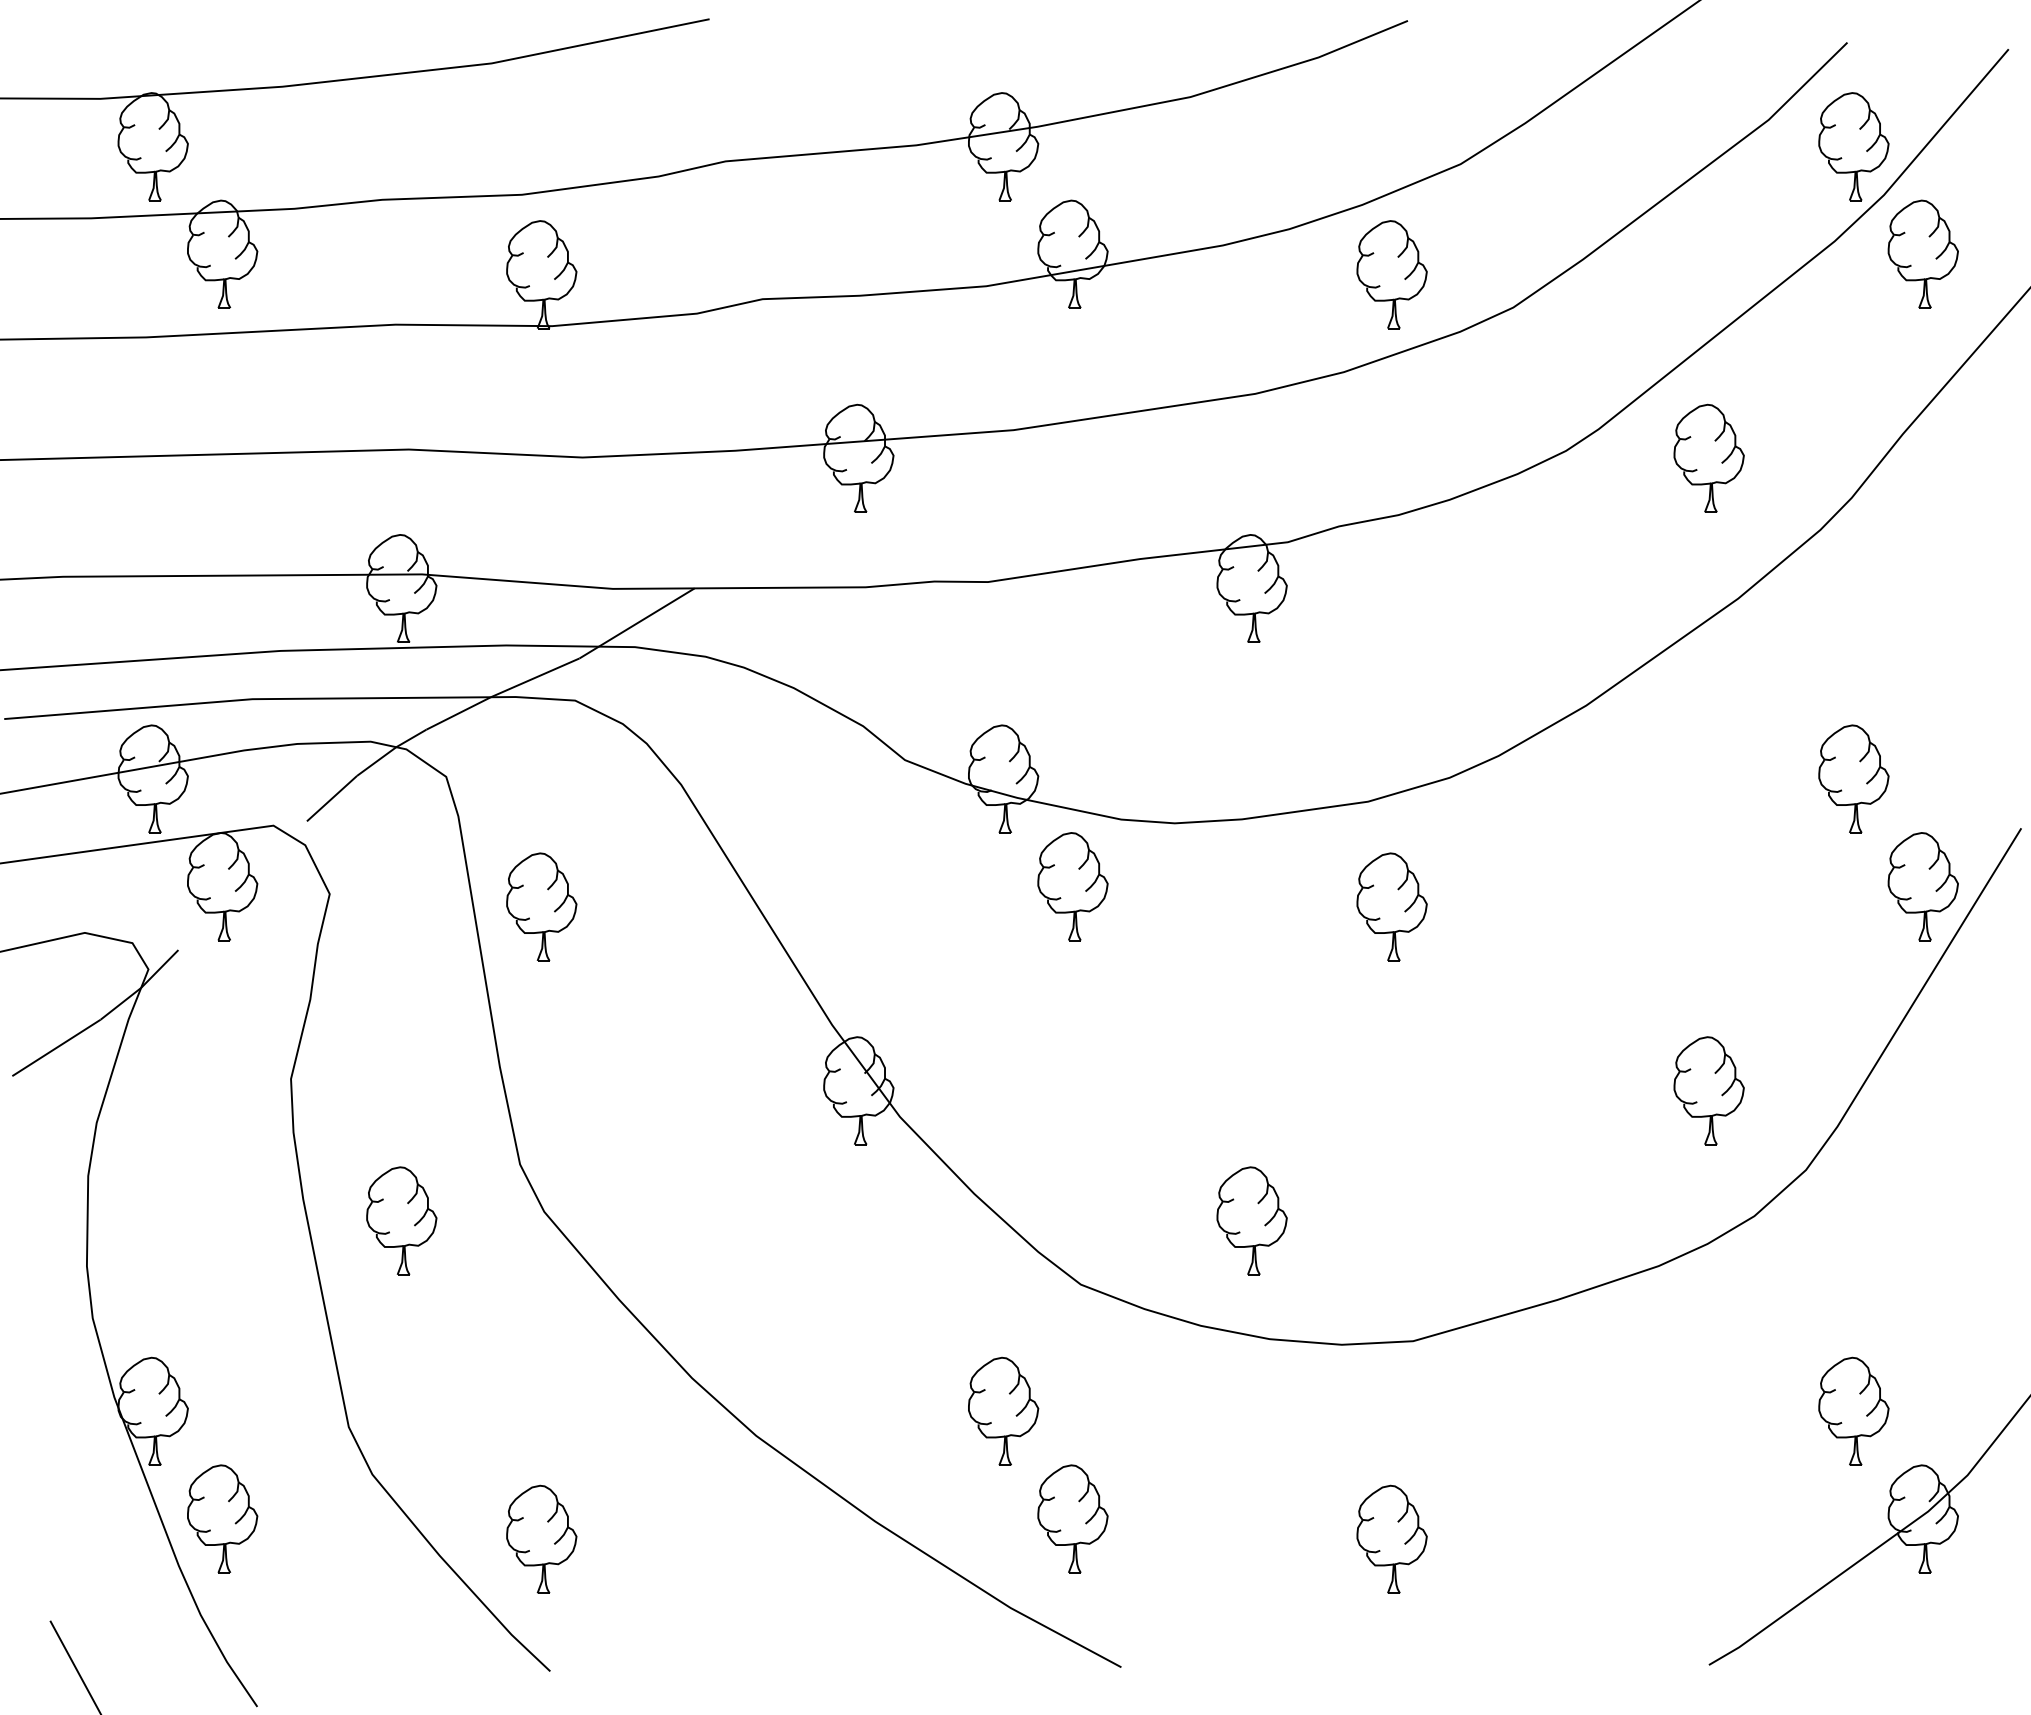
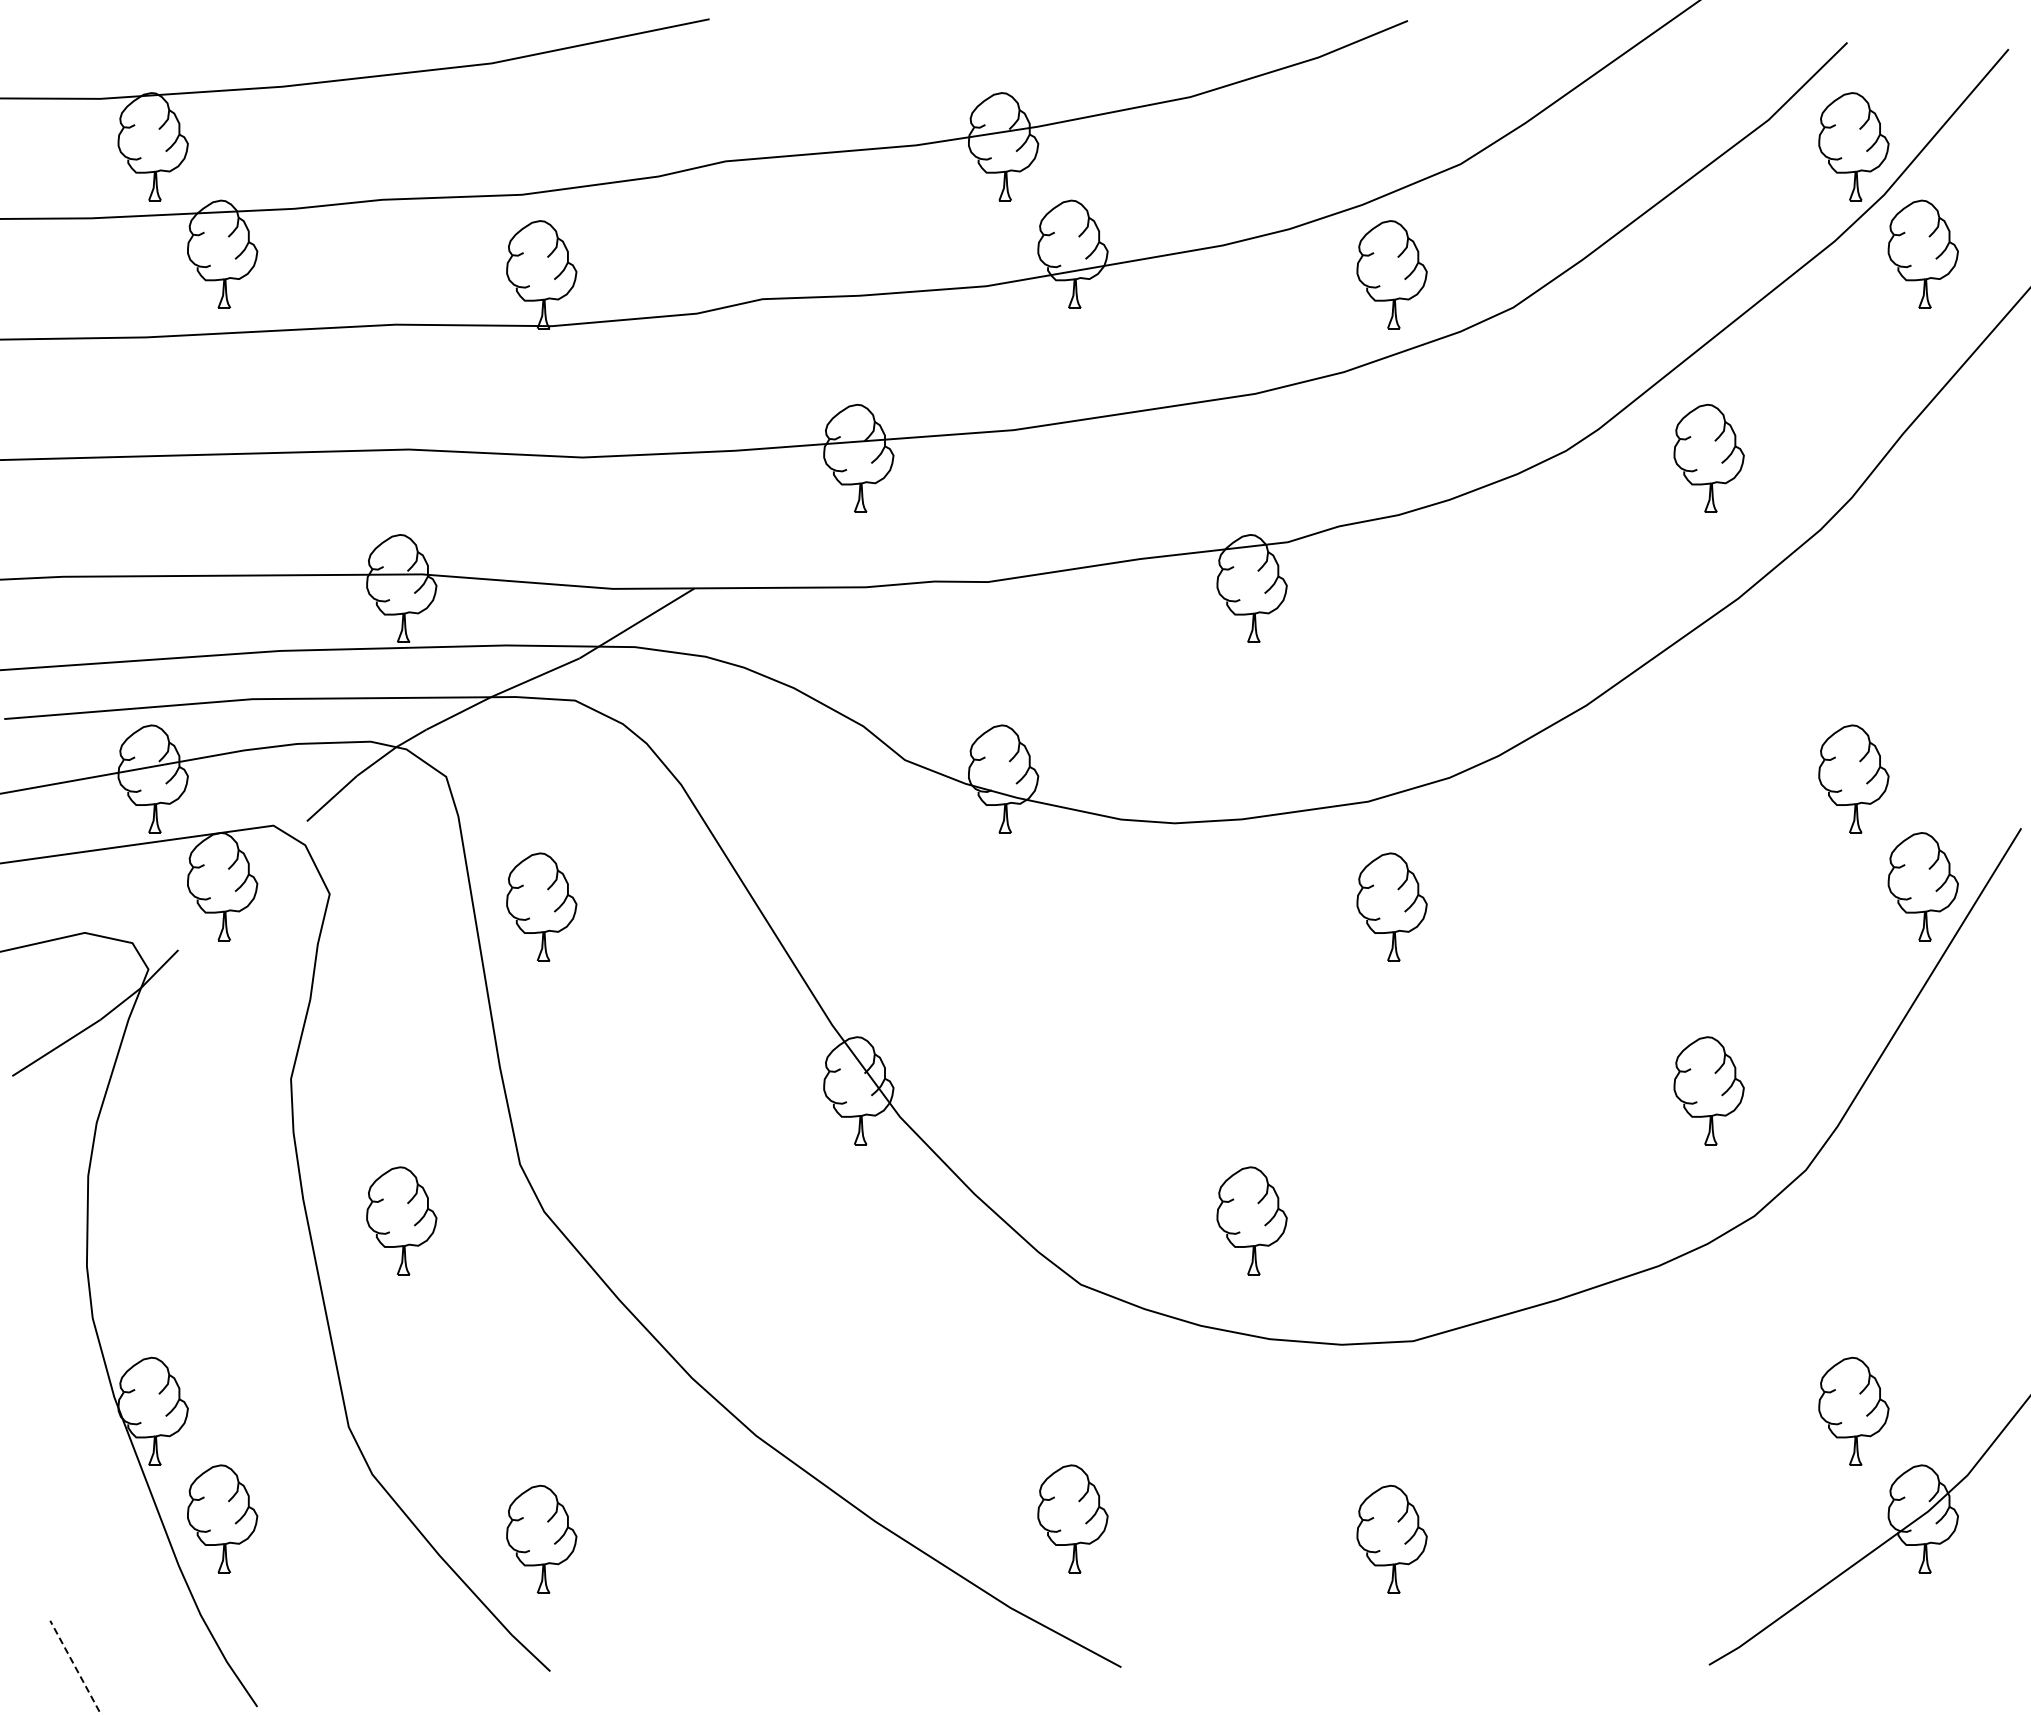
part at (1072, 886): present -> none
part at (1003, 1410): present -> none
line at (75, 1667): solid -> dashed
